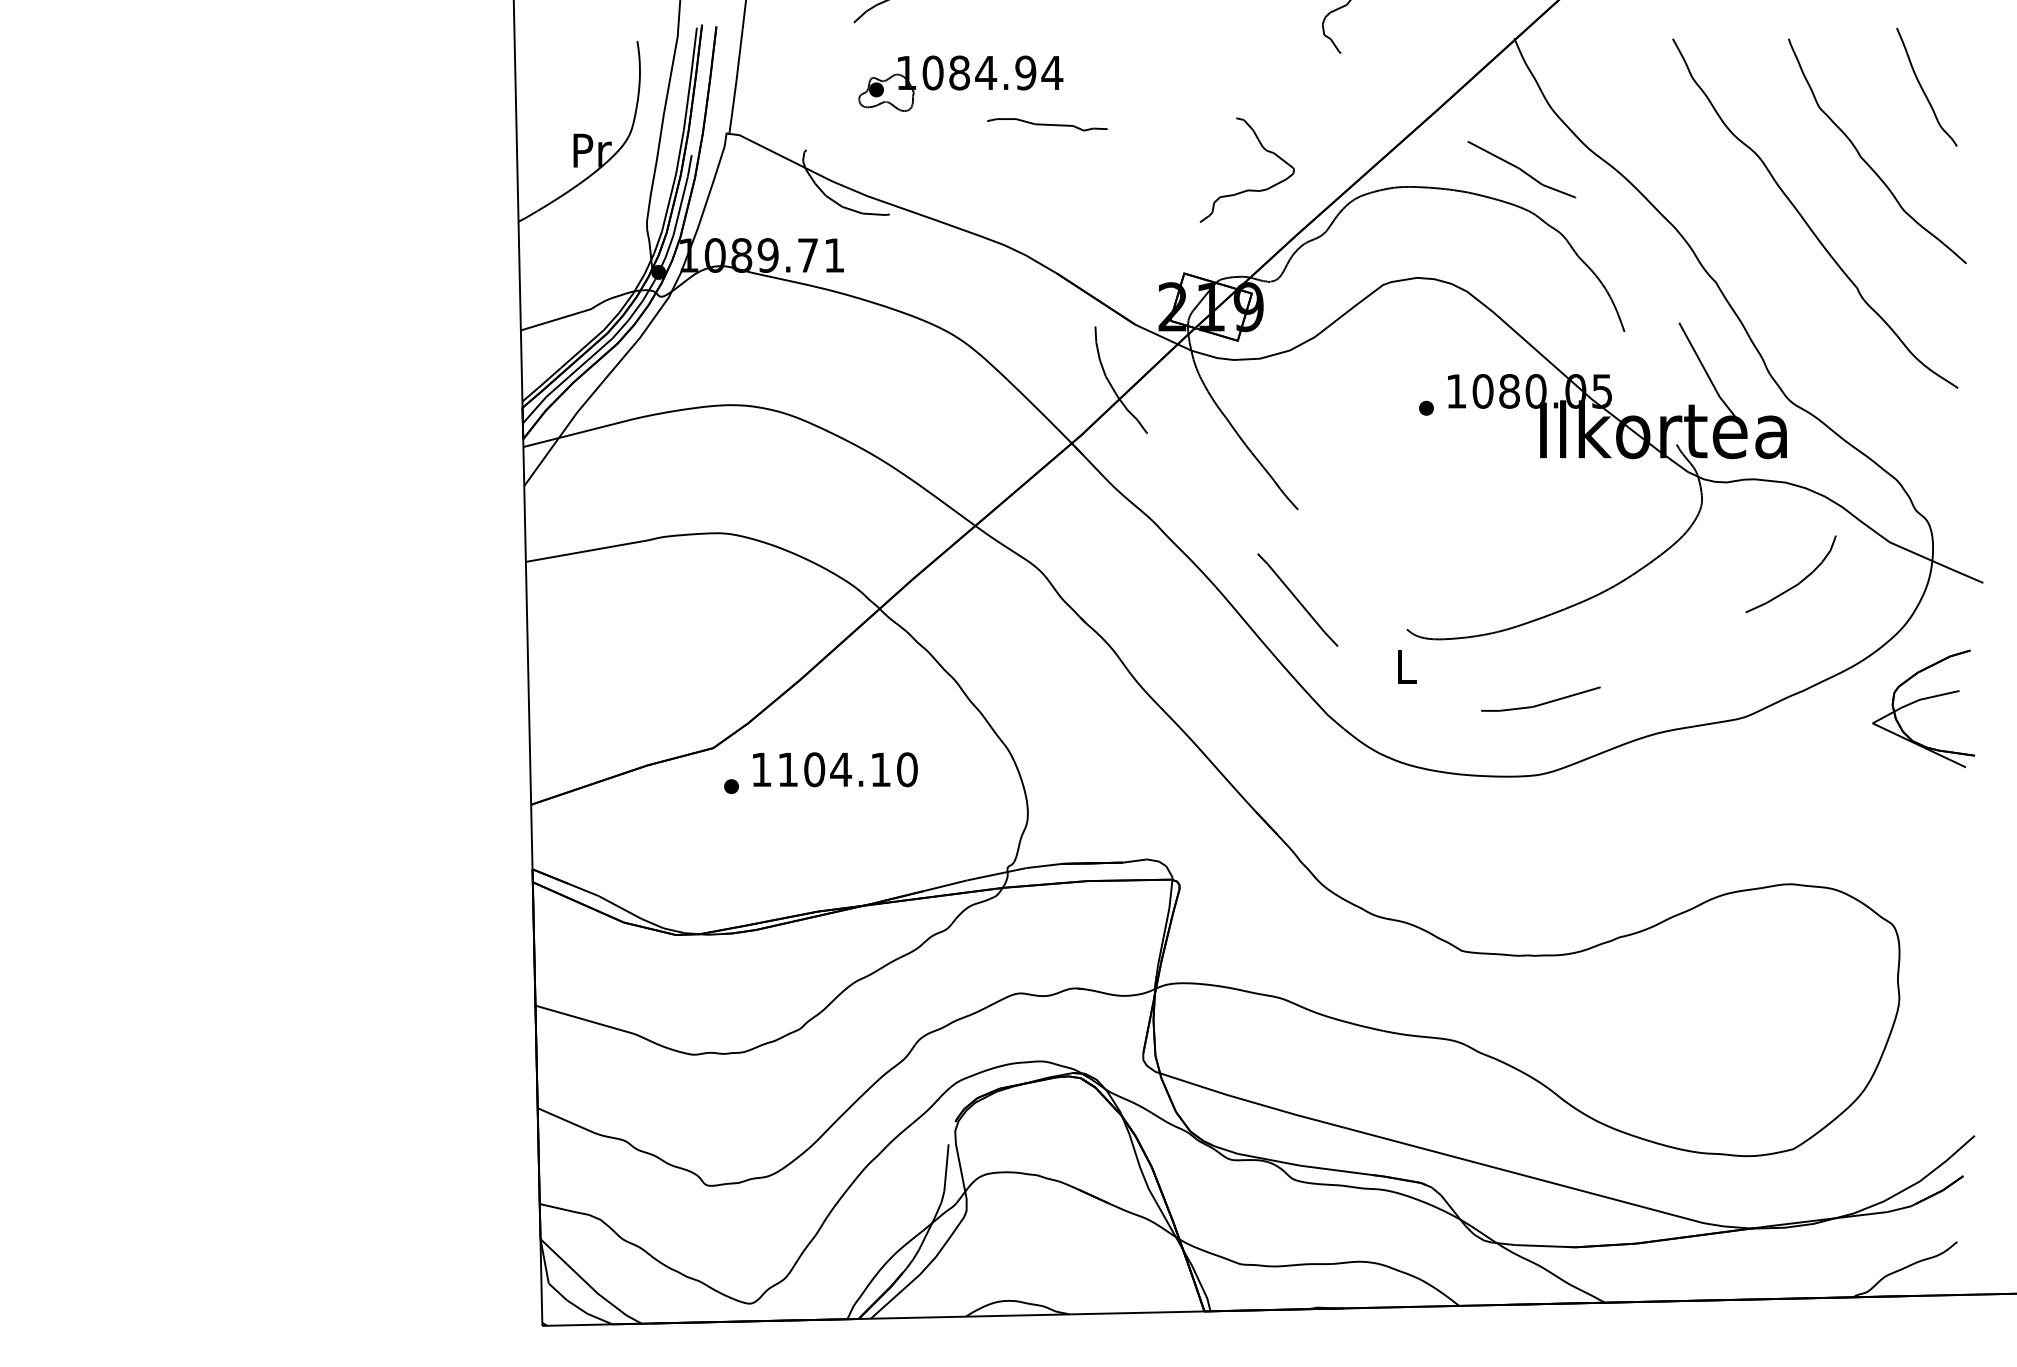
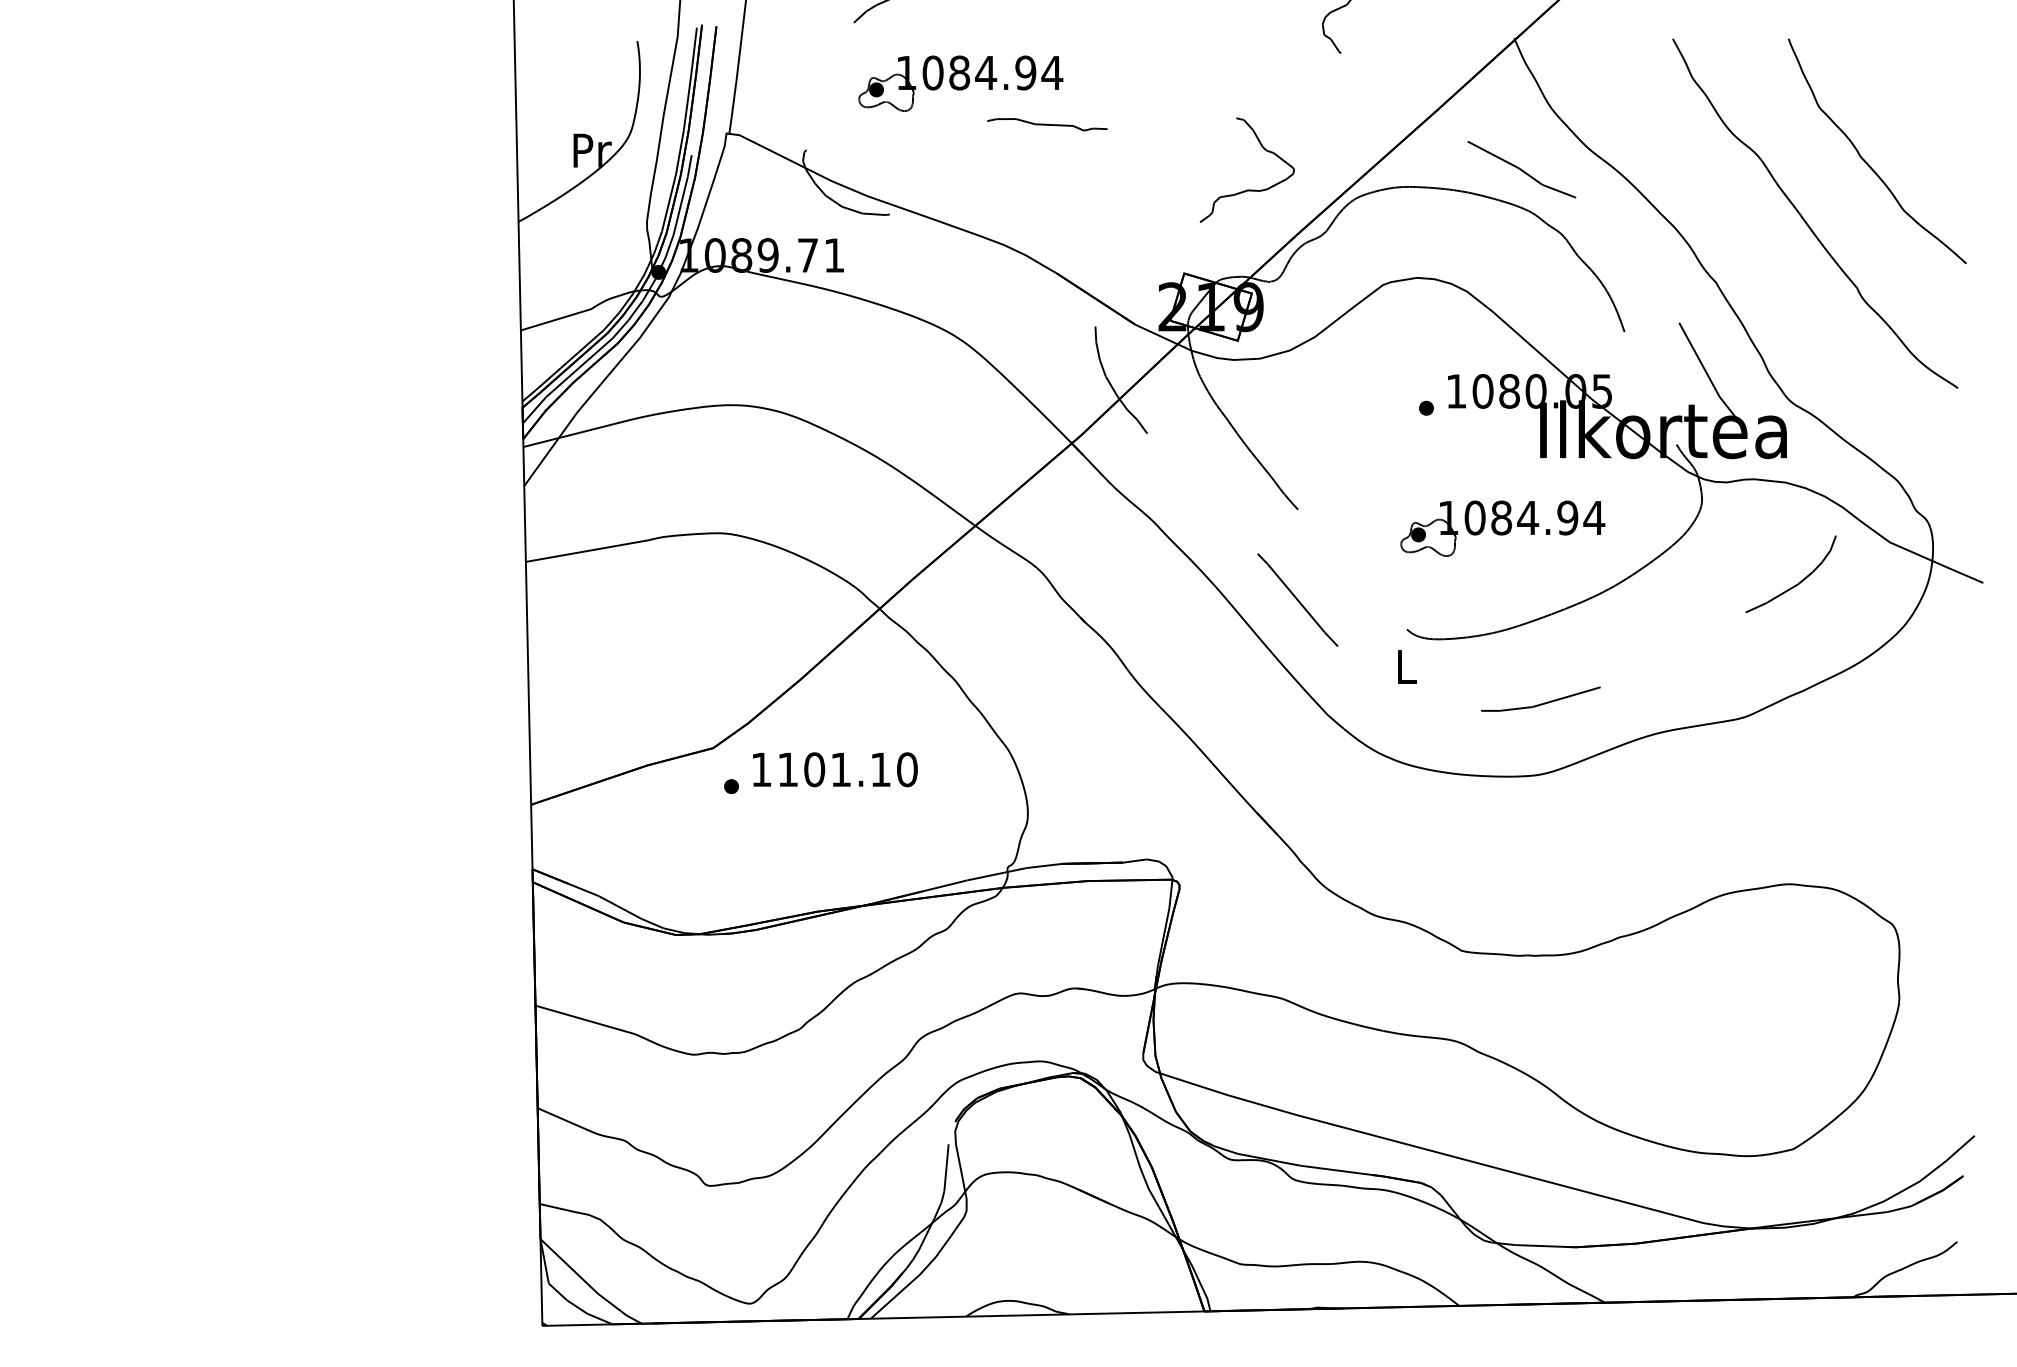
curve at (1923, 89): present -> none
part at (1502, 528): none -> present
part at (1922, 700): present -> none
text at (841, 769): 1104.10 -> 1101.10
